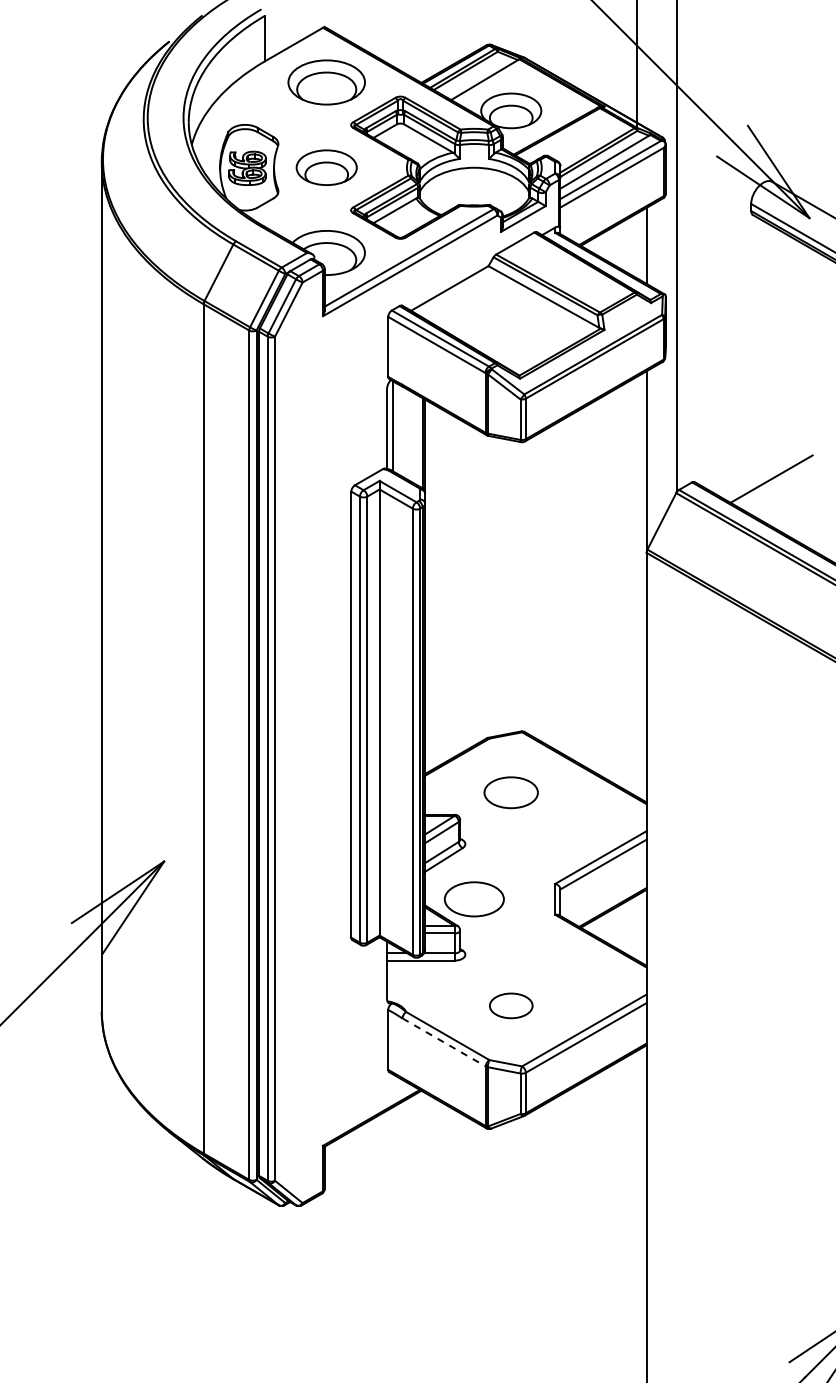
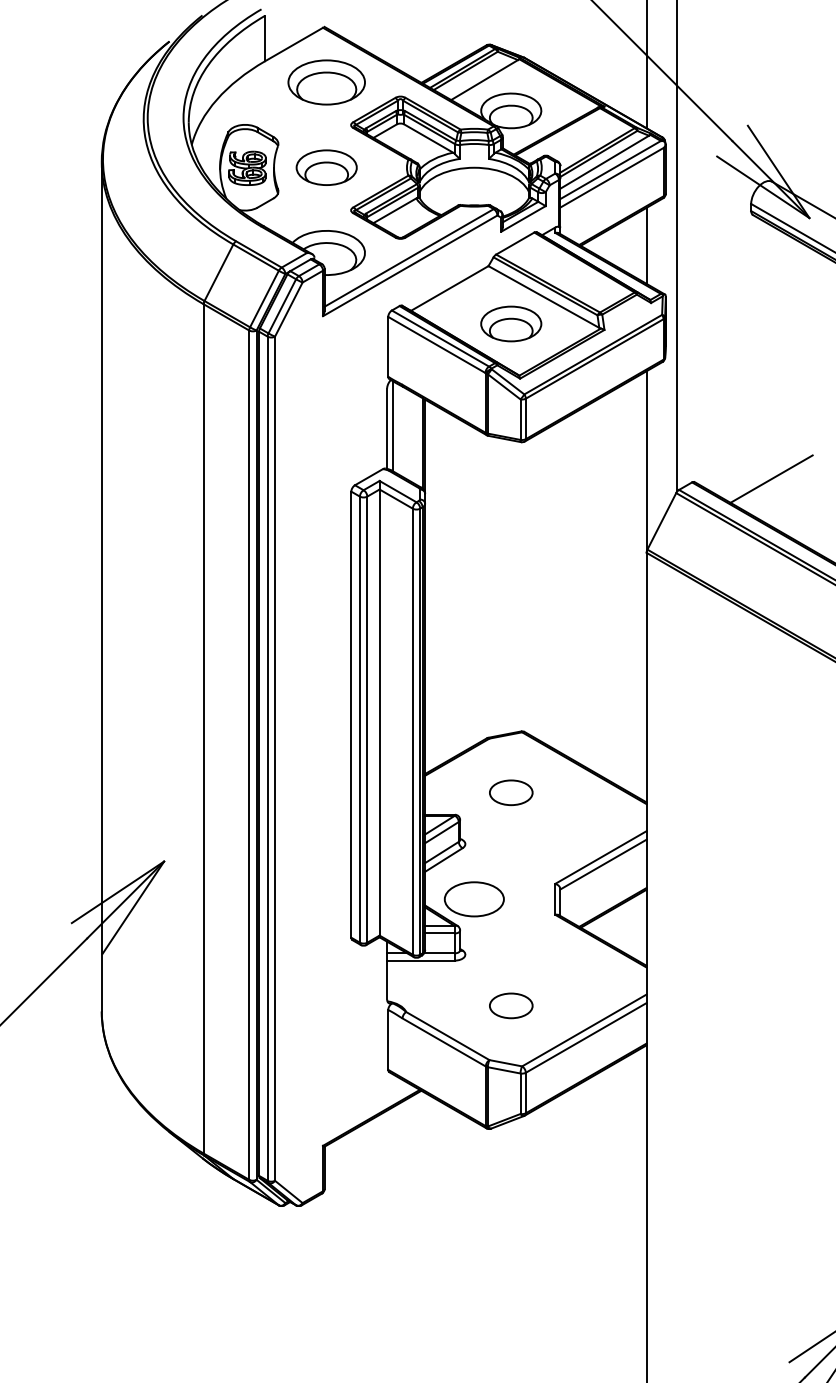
line at (636, 65) position: (636, 65) -> (646, 65)
part at (511, 323): none -> present
part at (510, 792) size: 56x34 px -> 45x28 px
line at (444, 1042): dashed -> solid
